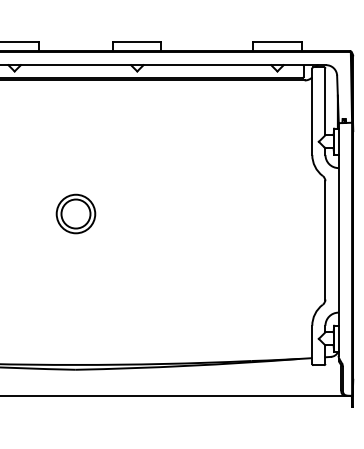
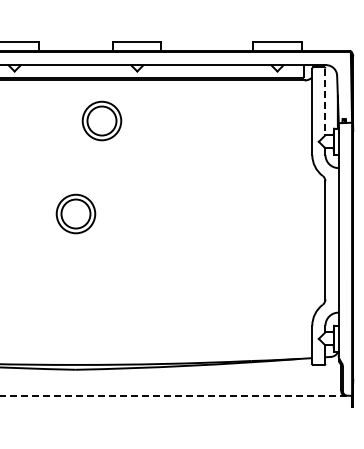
line at (325, 102): solid -> dashed
part at (101, 120): none -> present
line at (175, 395): solid -> dashed
